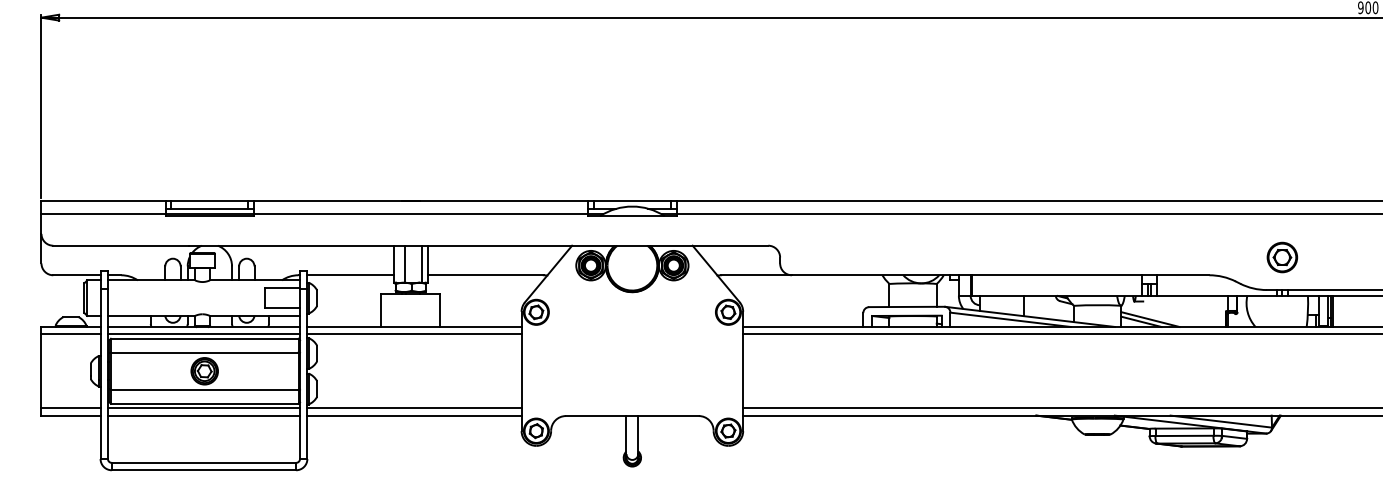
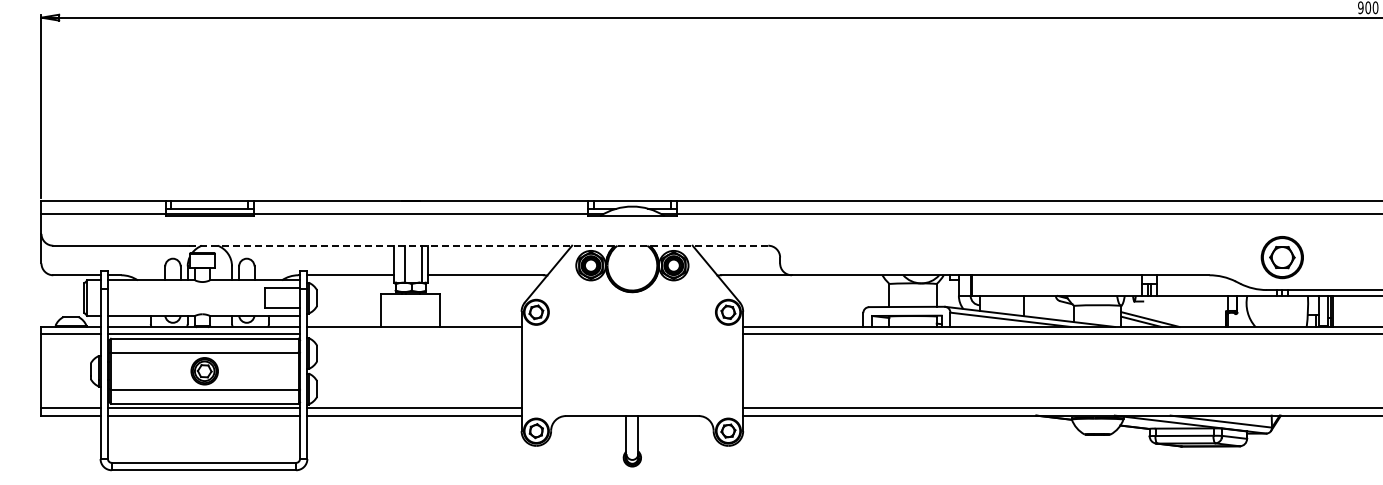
line at (478, 245): solid -> dashed
part at (1282, 257) size: 33x33 px -> 44x44 px
line at (414, 334): present -> none
